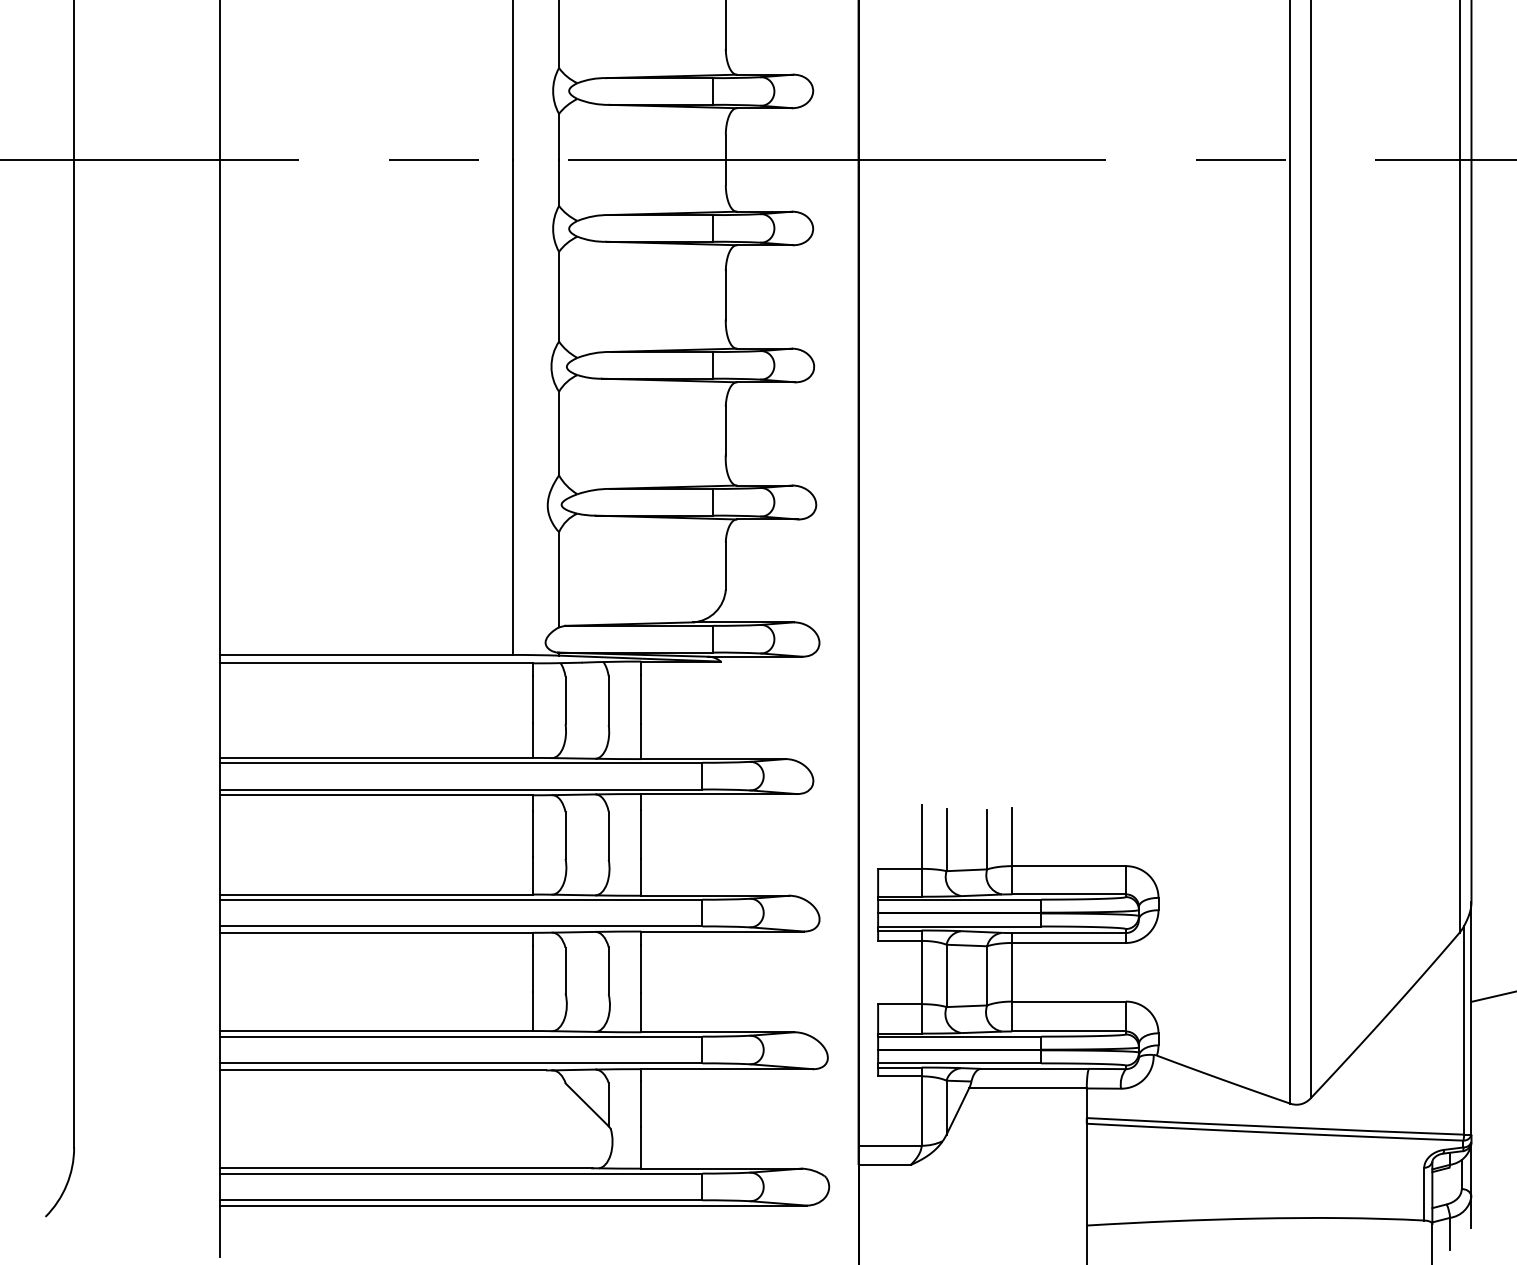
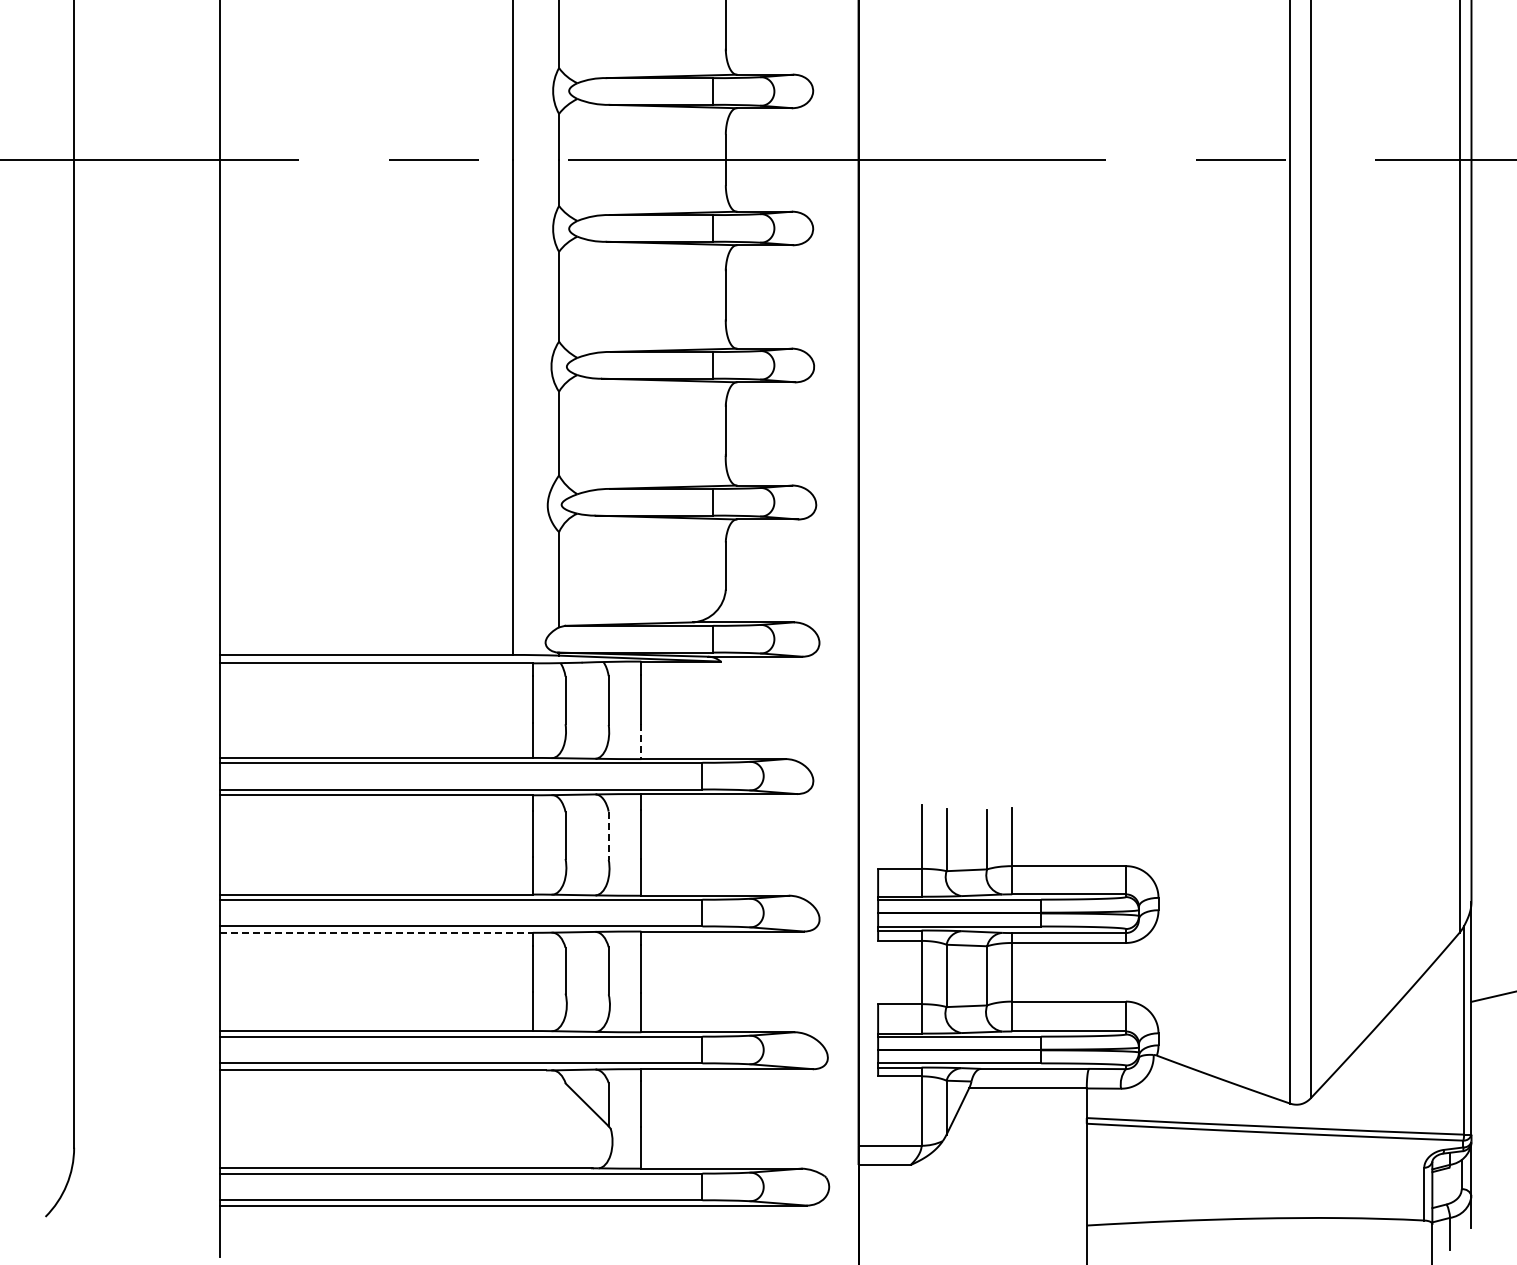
line at (641, 742): solid -> dashed
line at (608, 836): solid -> dashed
line at (376, 932): solid -> dashed
